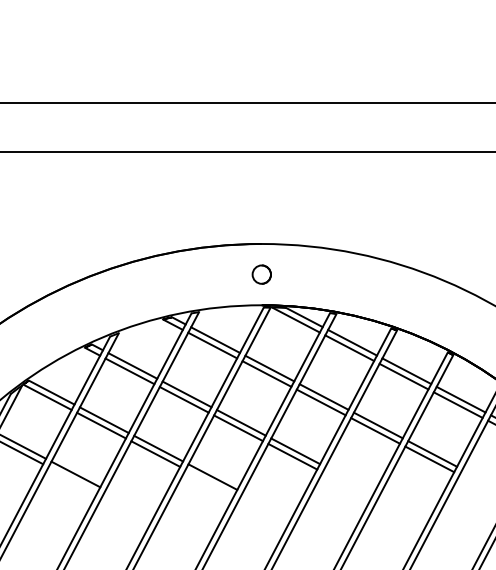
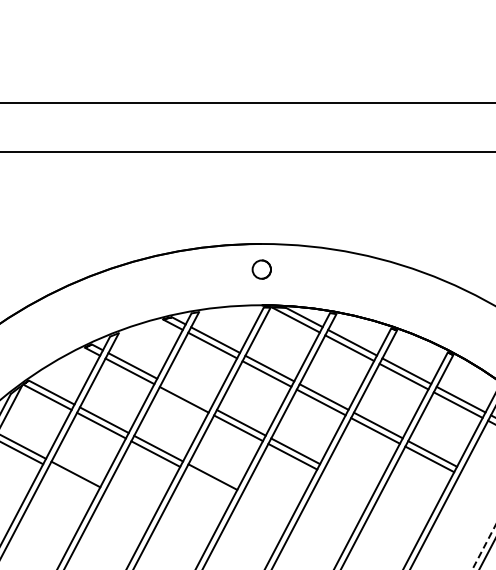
part at (261, 274) position: (261, 274) -> (261, 269)
line at (186, 394): present -> none
line at (484, 547): solid -> dashed
